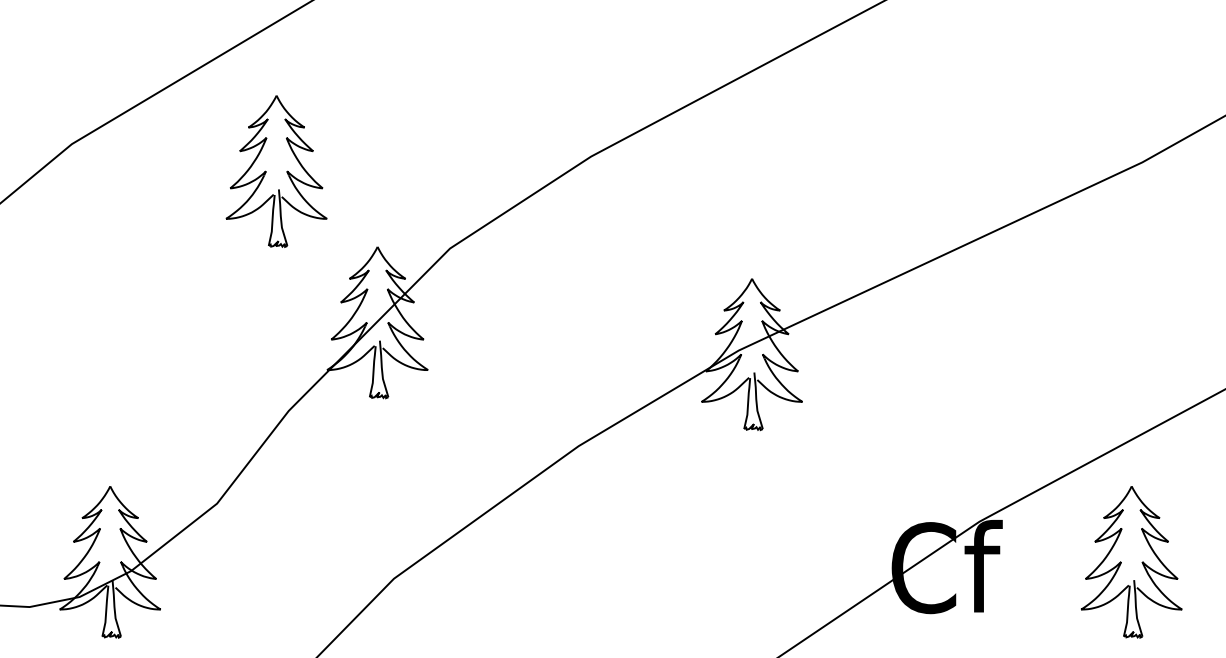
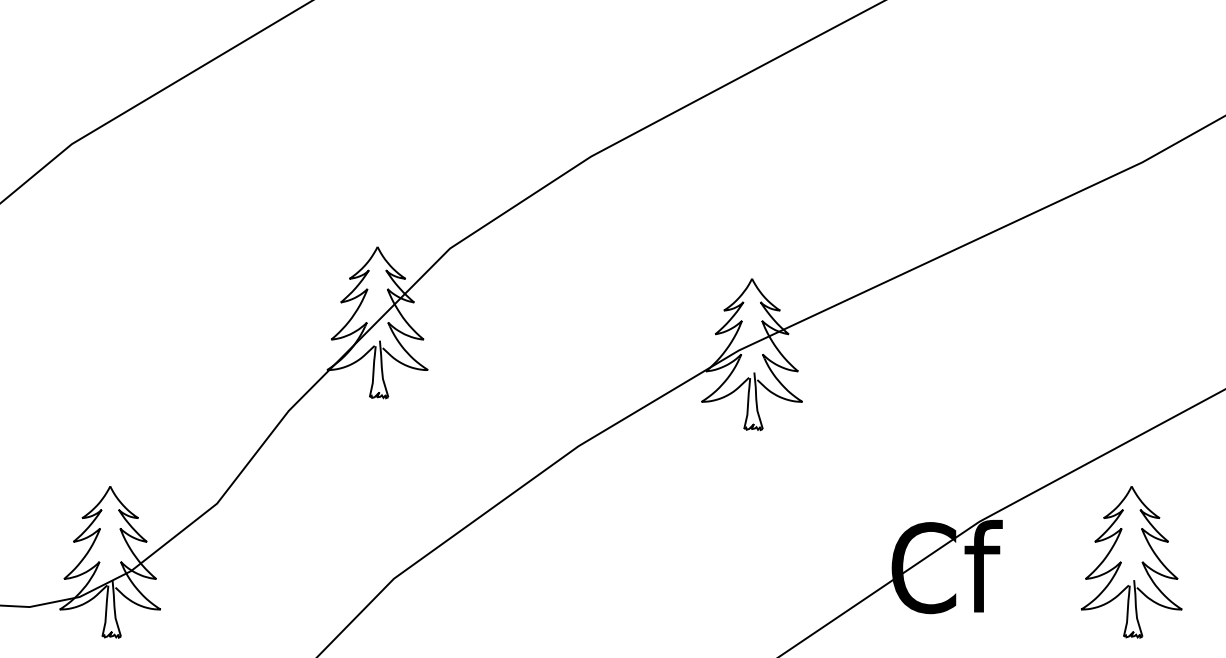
part at (276, 171): present -> none
